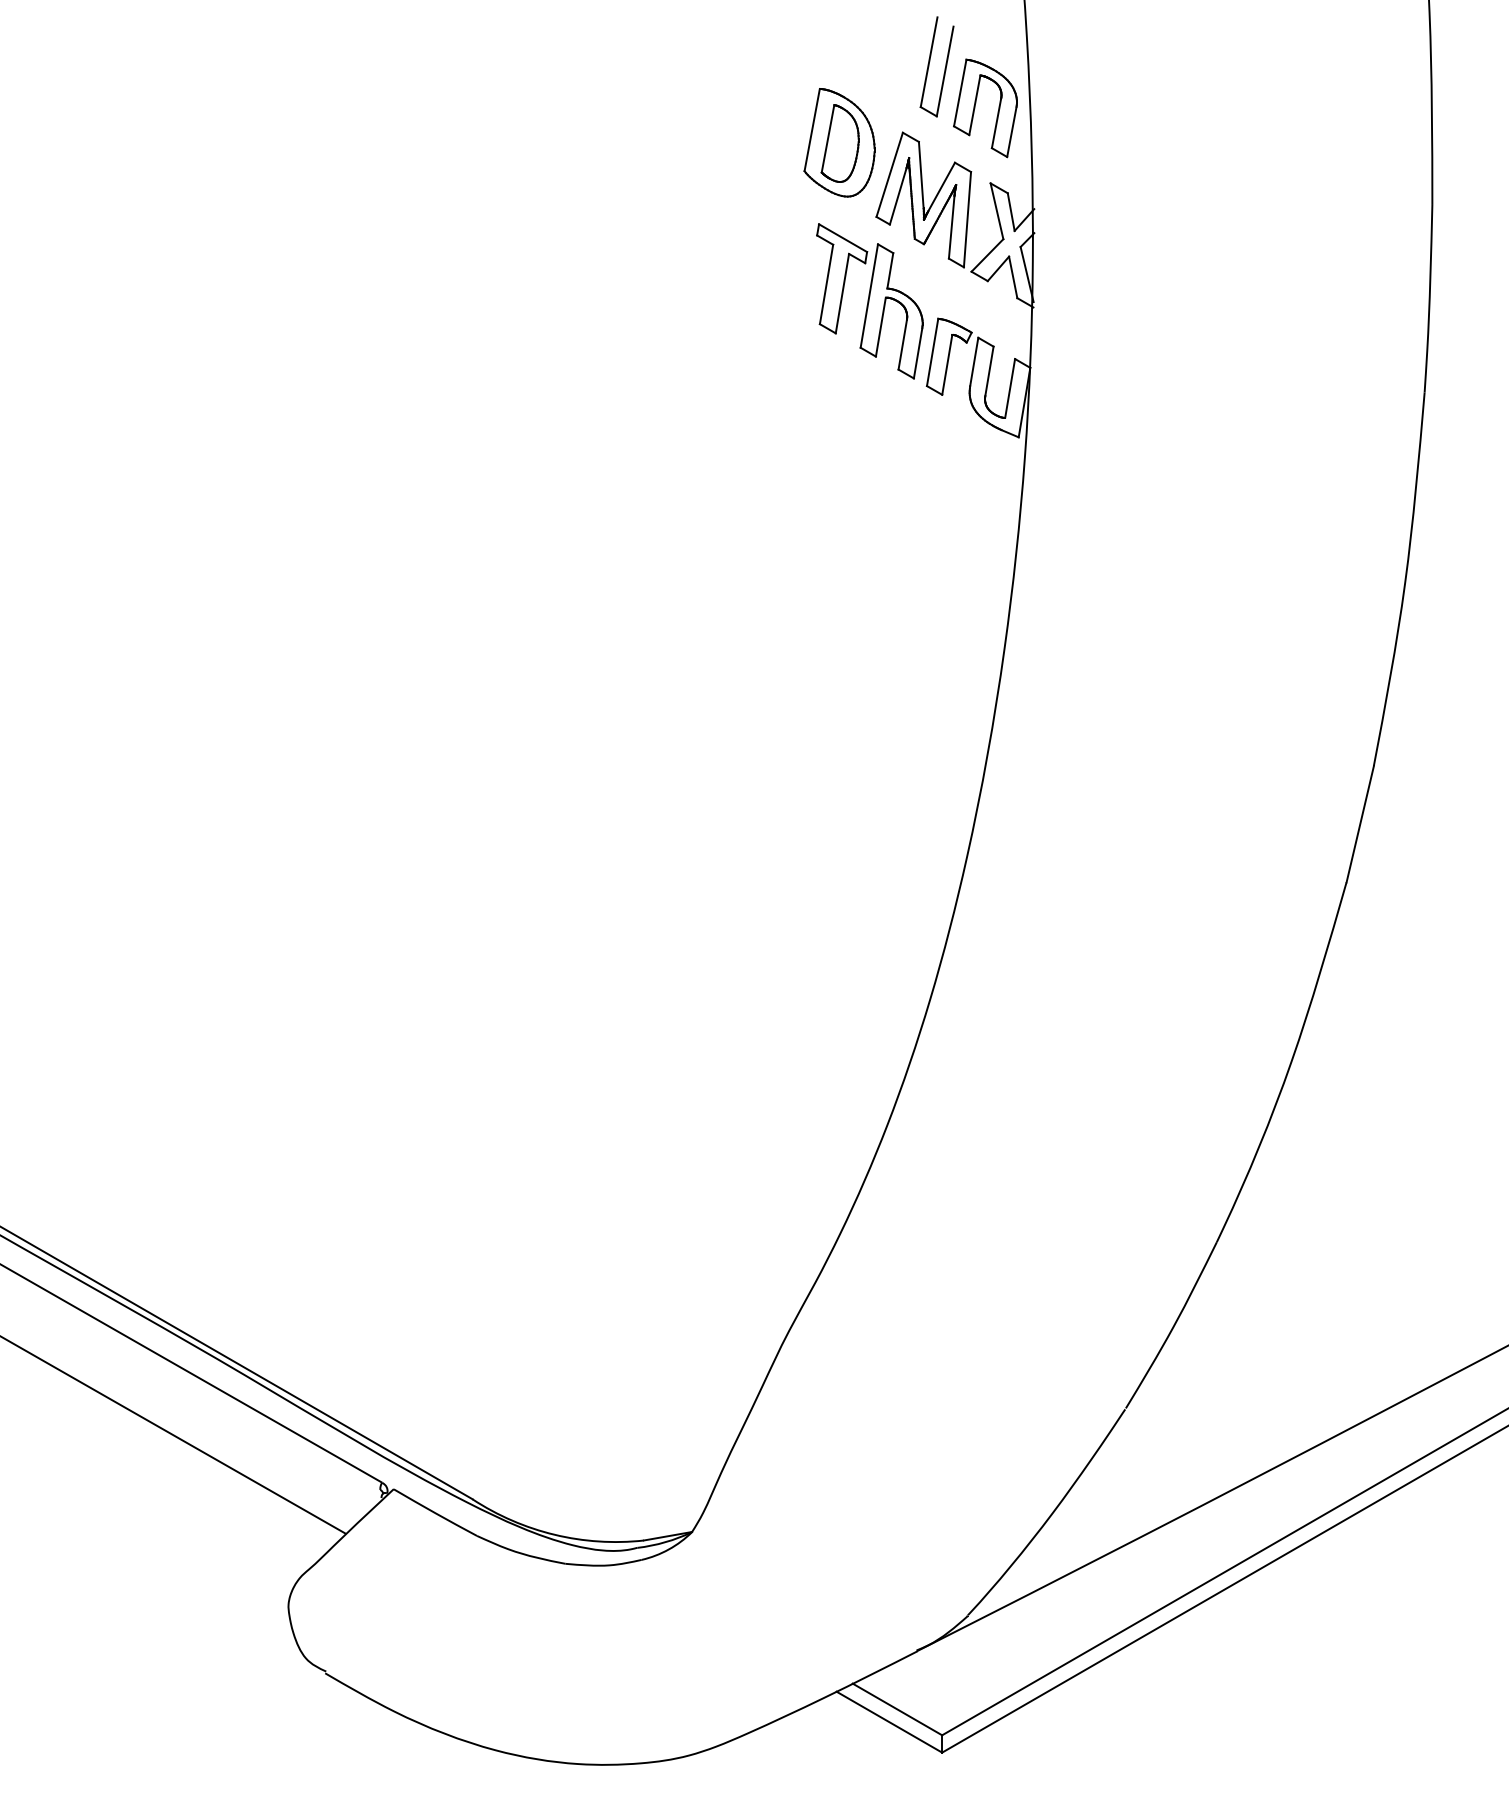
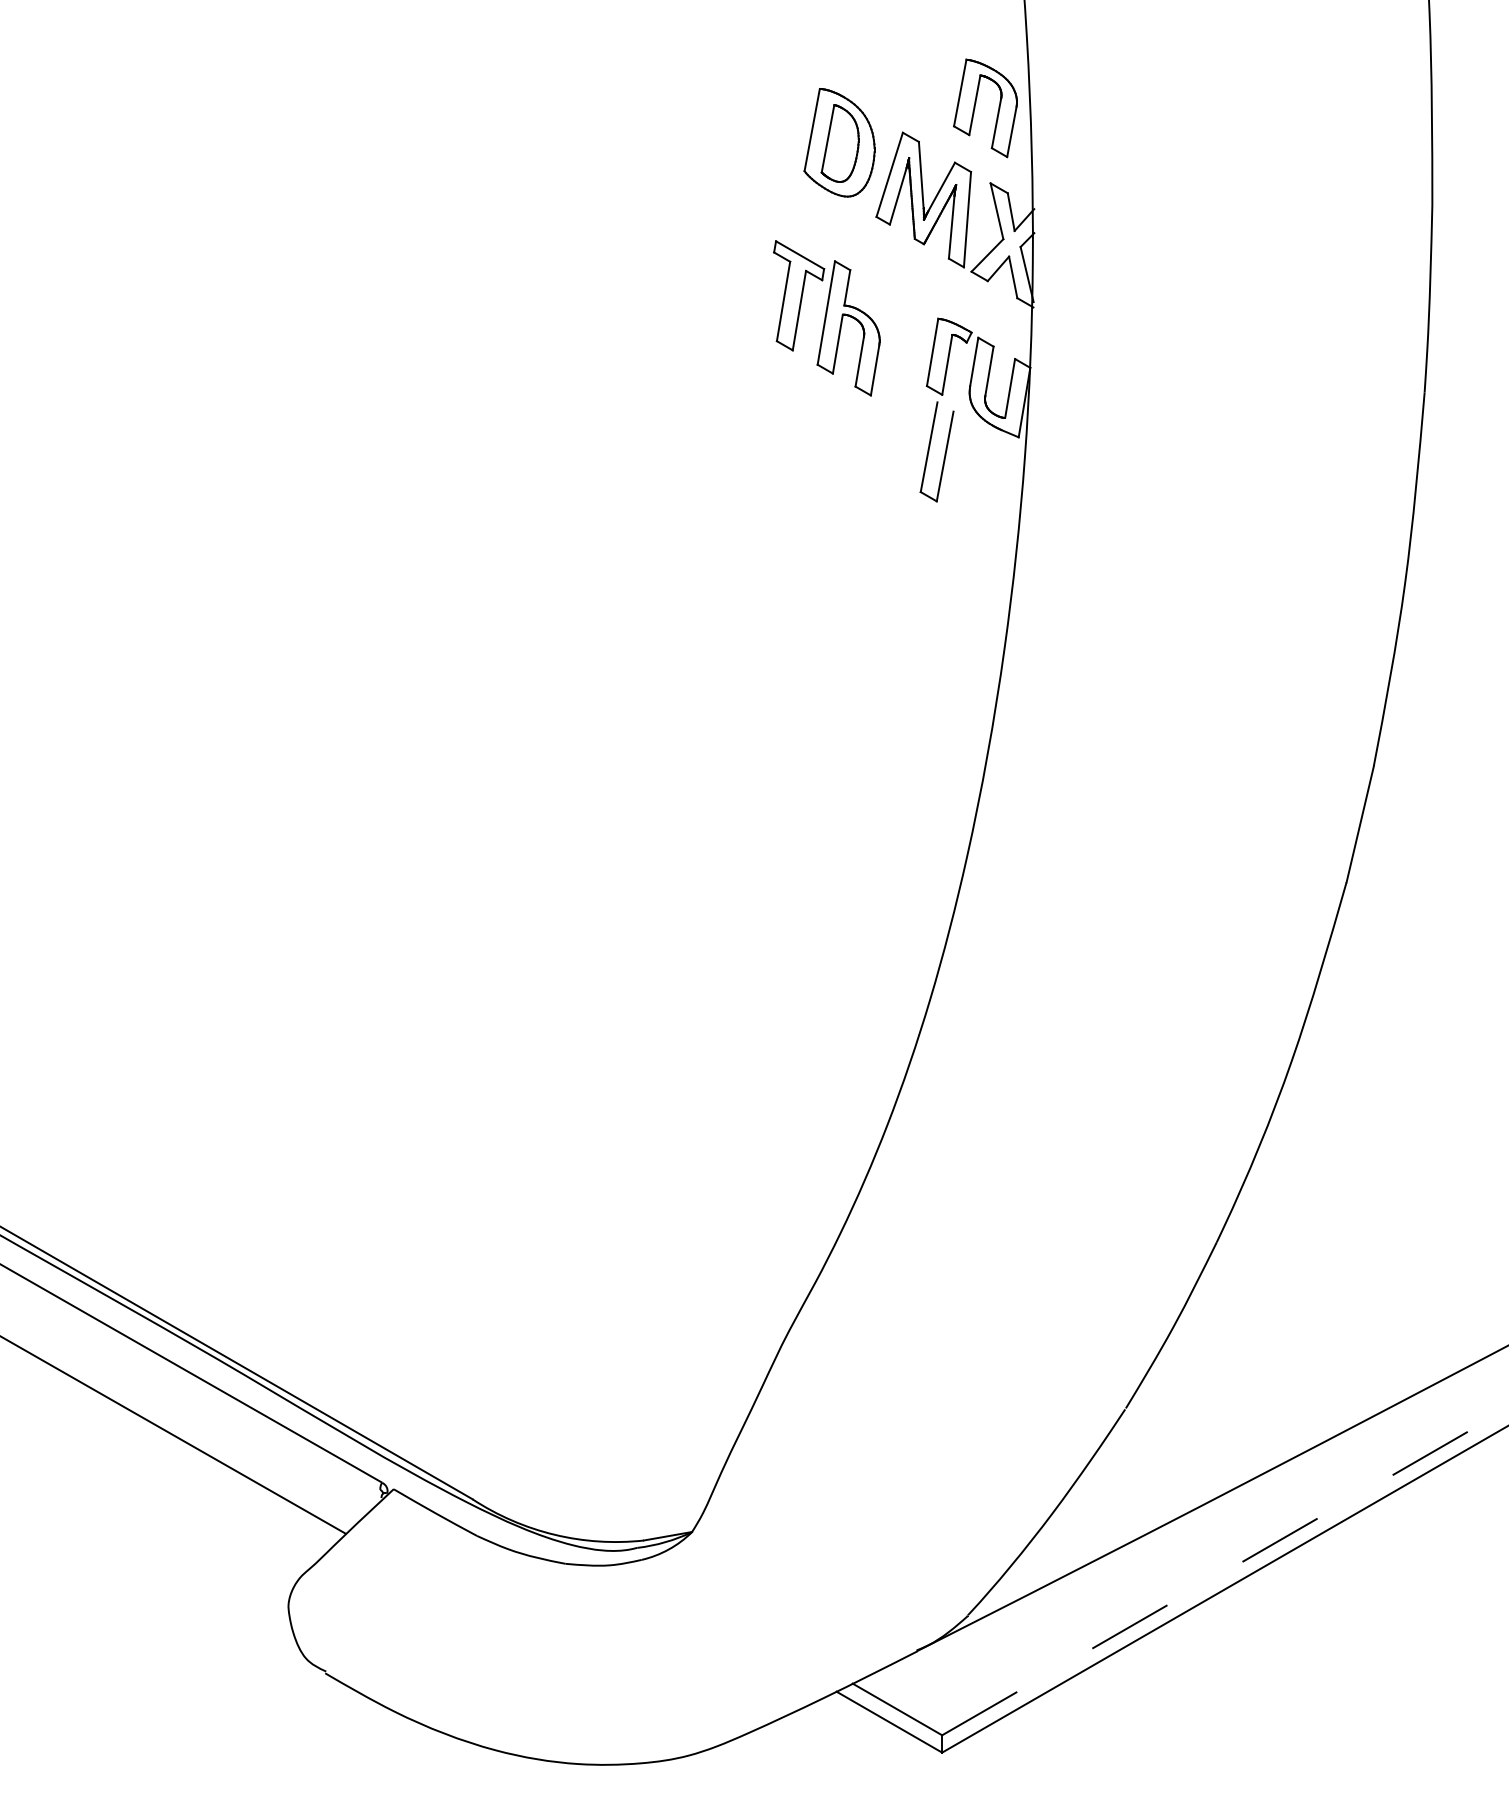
part at (929, 66) position: (929, 66) -> (929, 451)
part at (869, 301) position: (869, 301) -> (826, 318)
line at (1225, 1571): solid -> dashed
